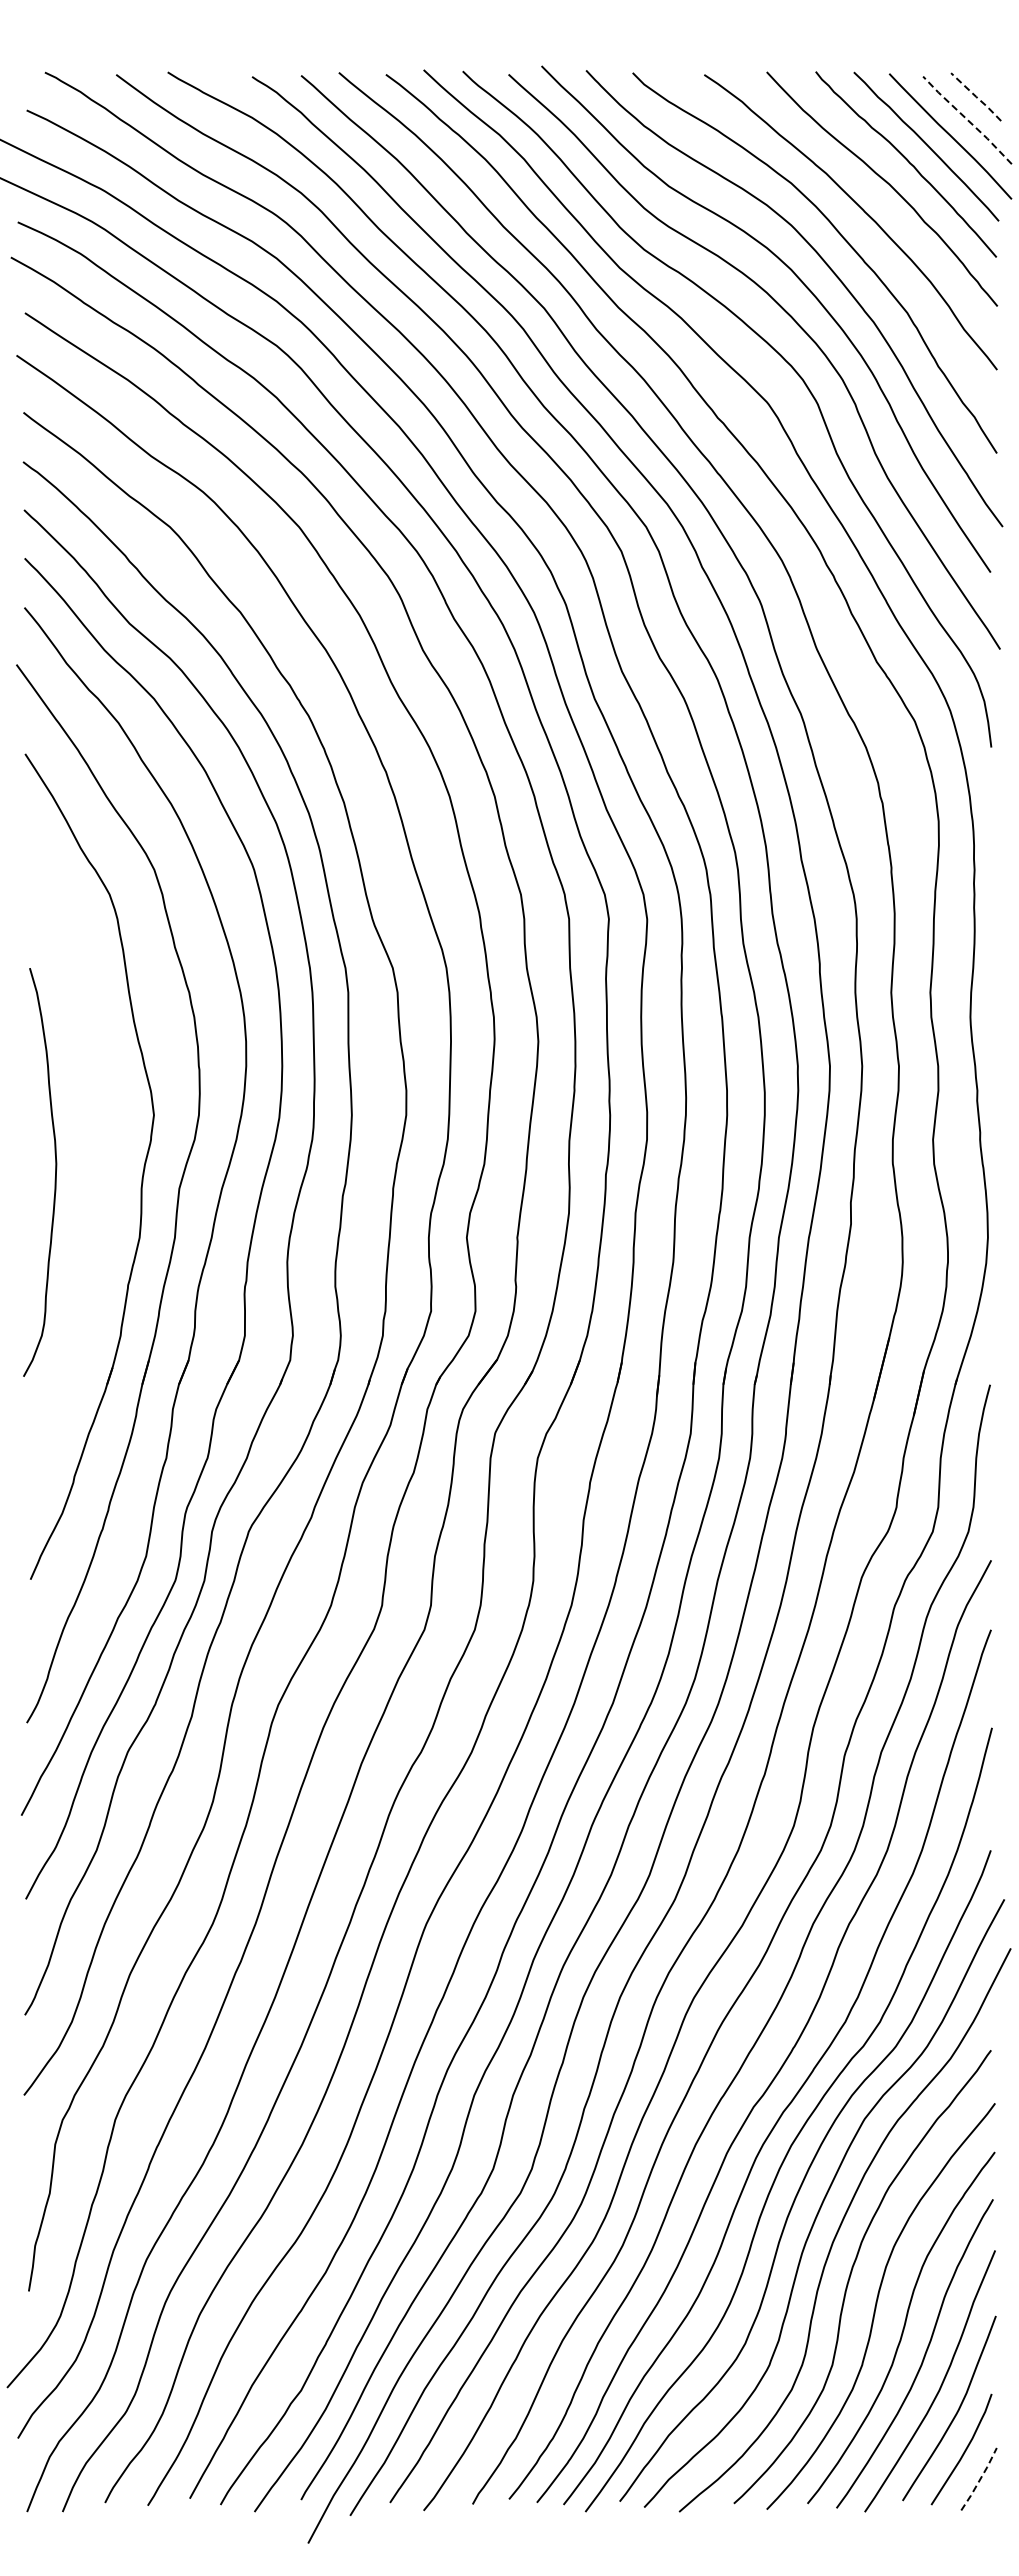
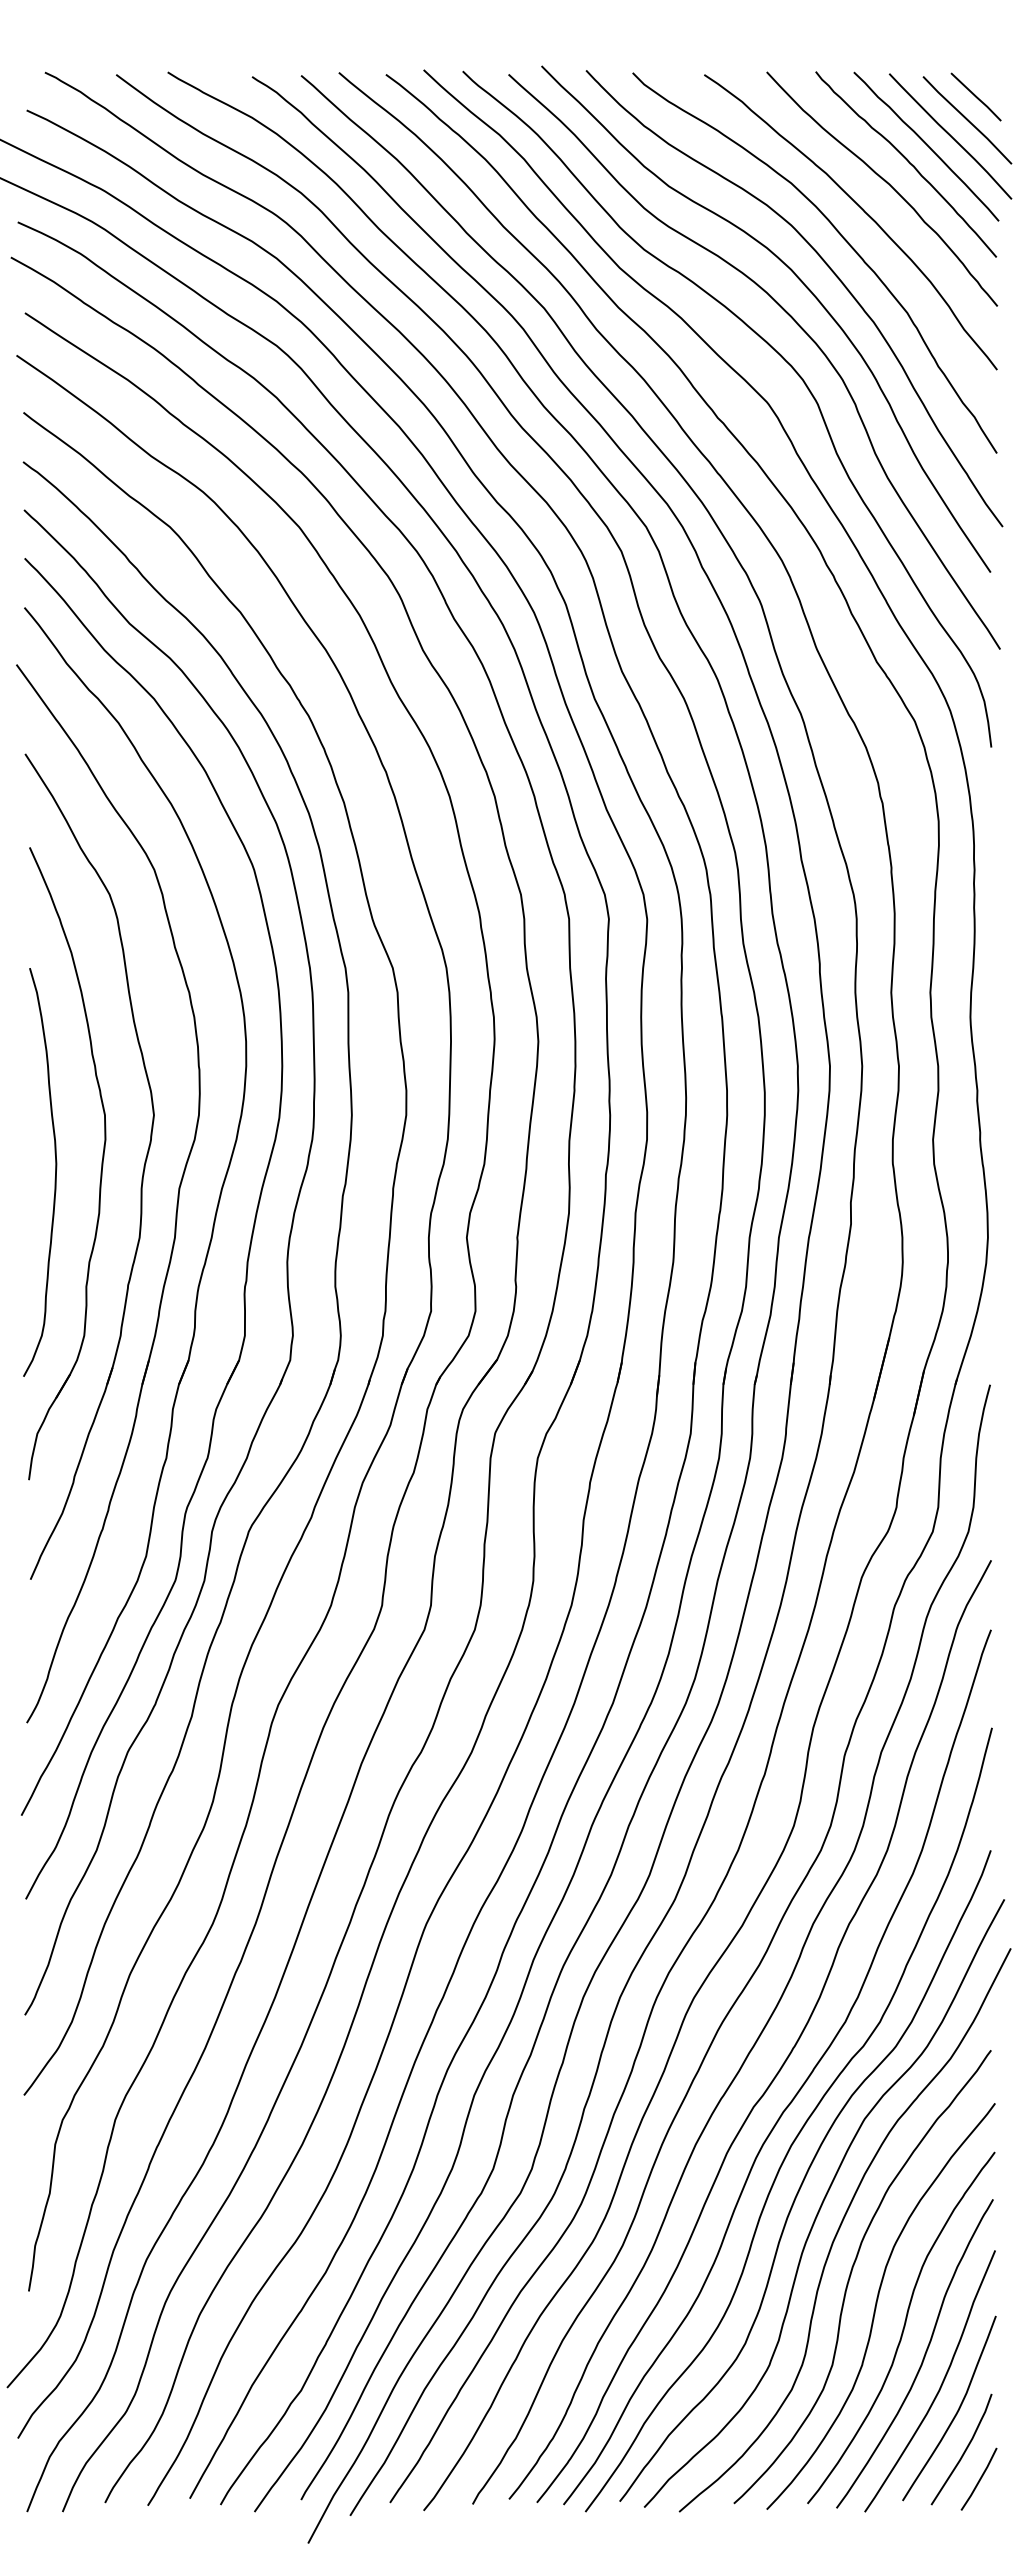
line at (976, 96): dashed -> solid
line at (967, 120): dashed -> solid
part at (100, 1171): none -> present
line at (980, 2479): dashed -> solid
